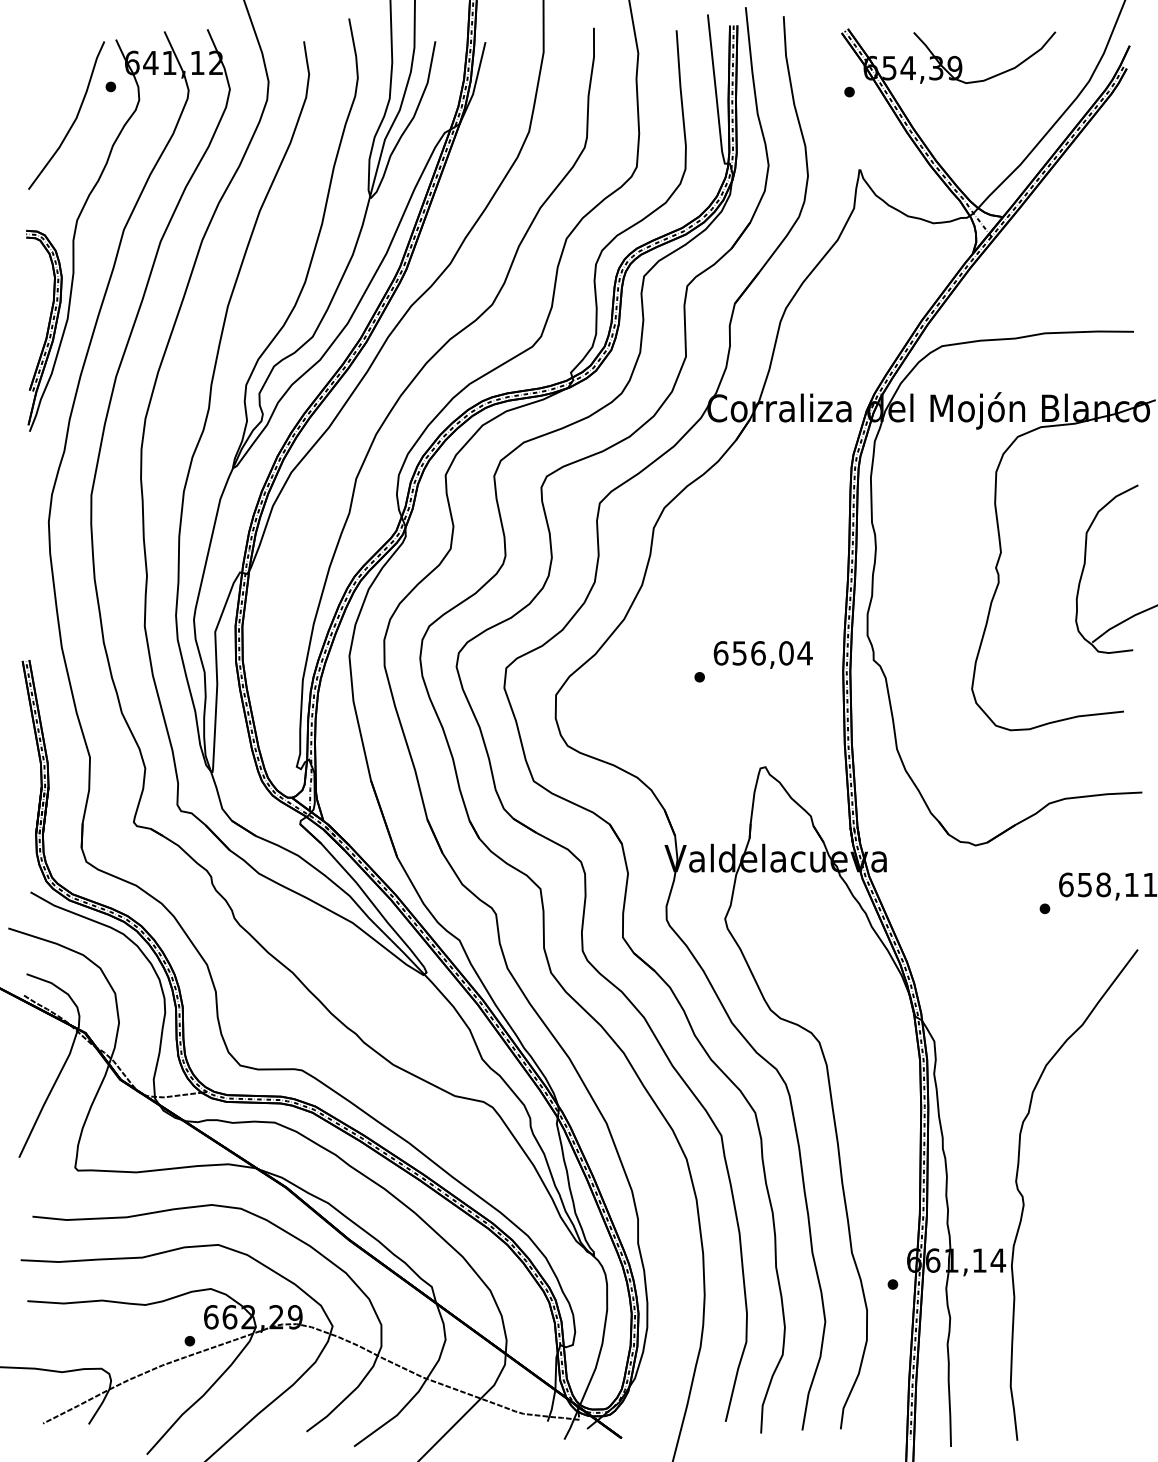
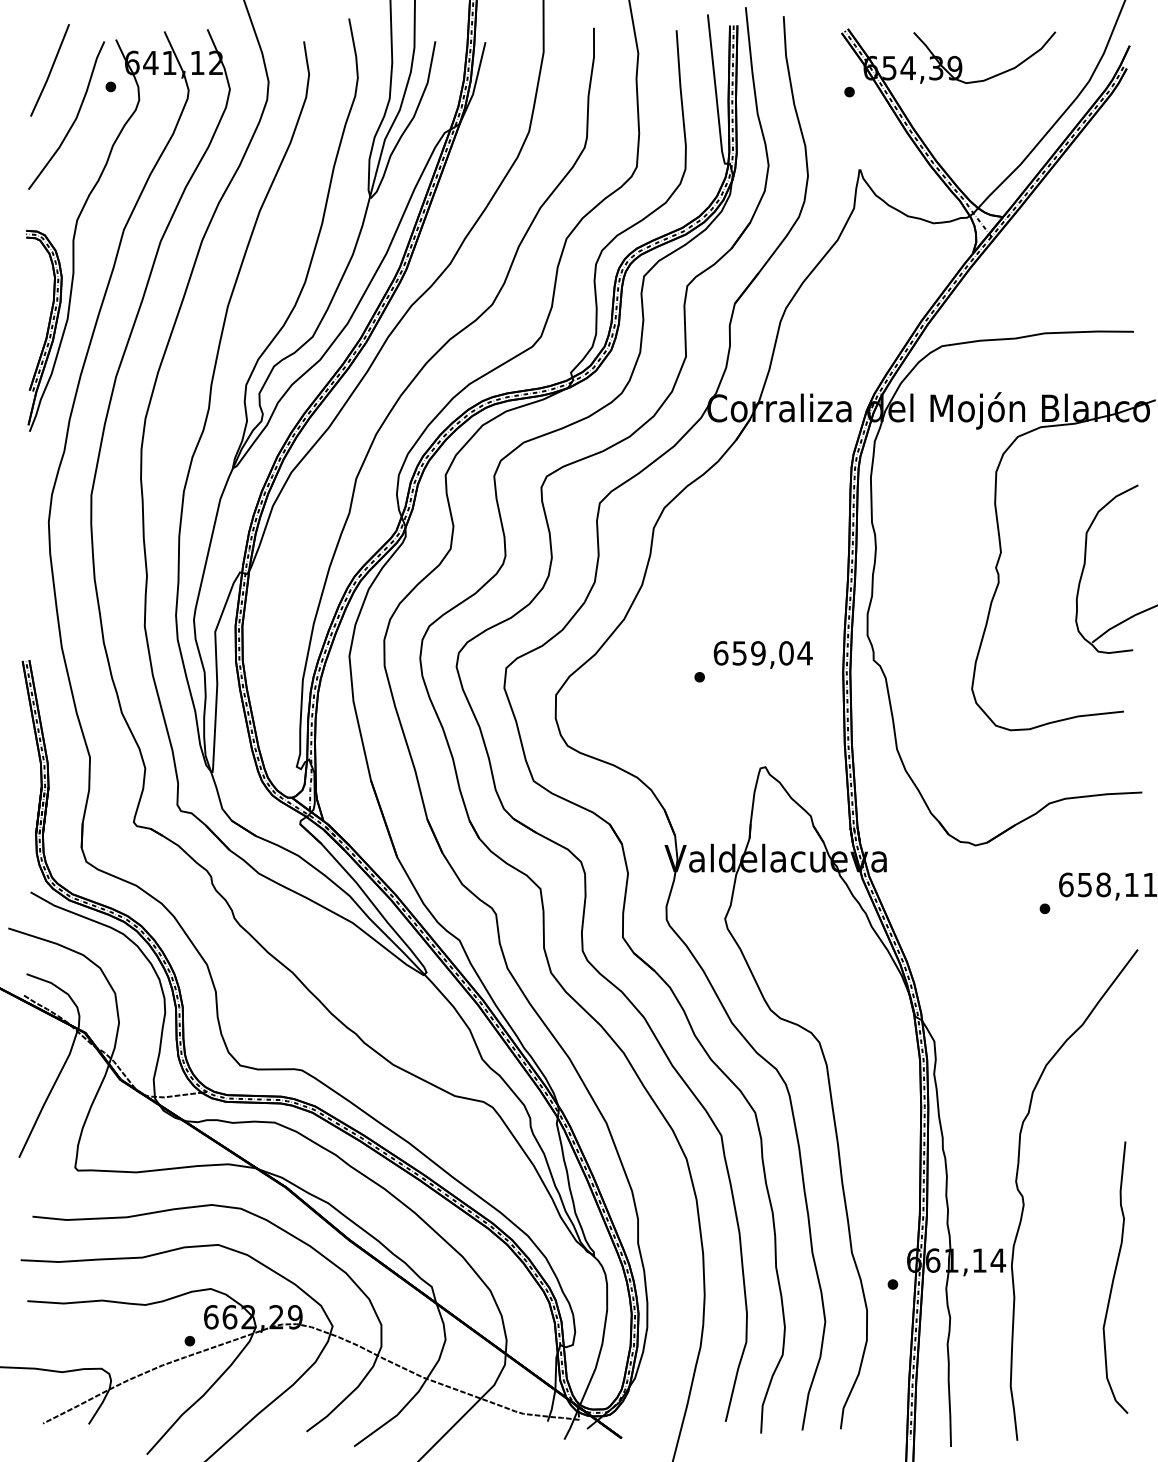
line at (50, 70): none -> present
text at (758, 653): 656,04 -> 659,04
curve at (1114, 1277): none -> present
